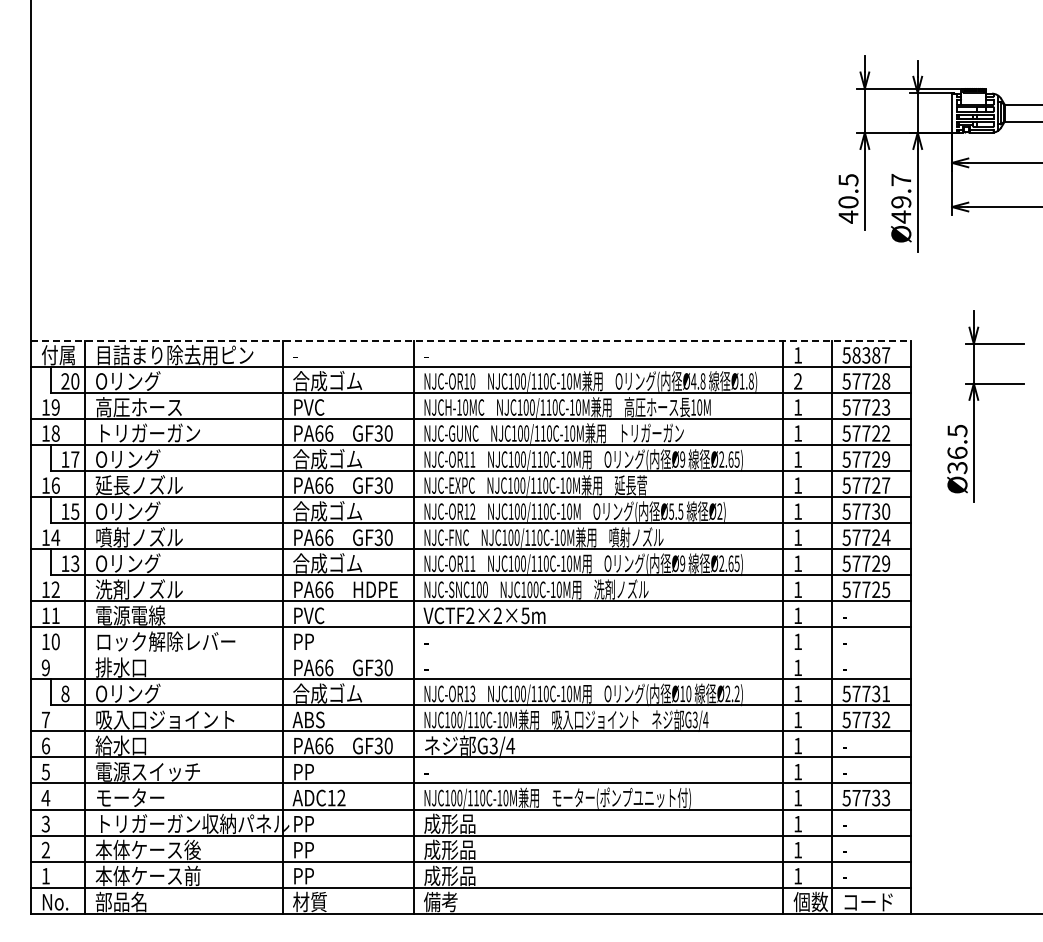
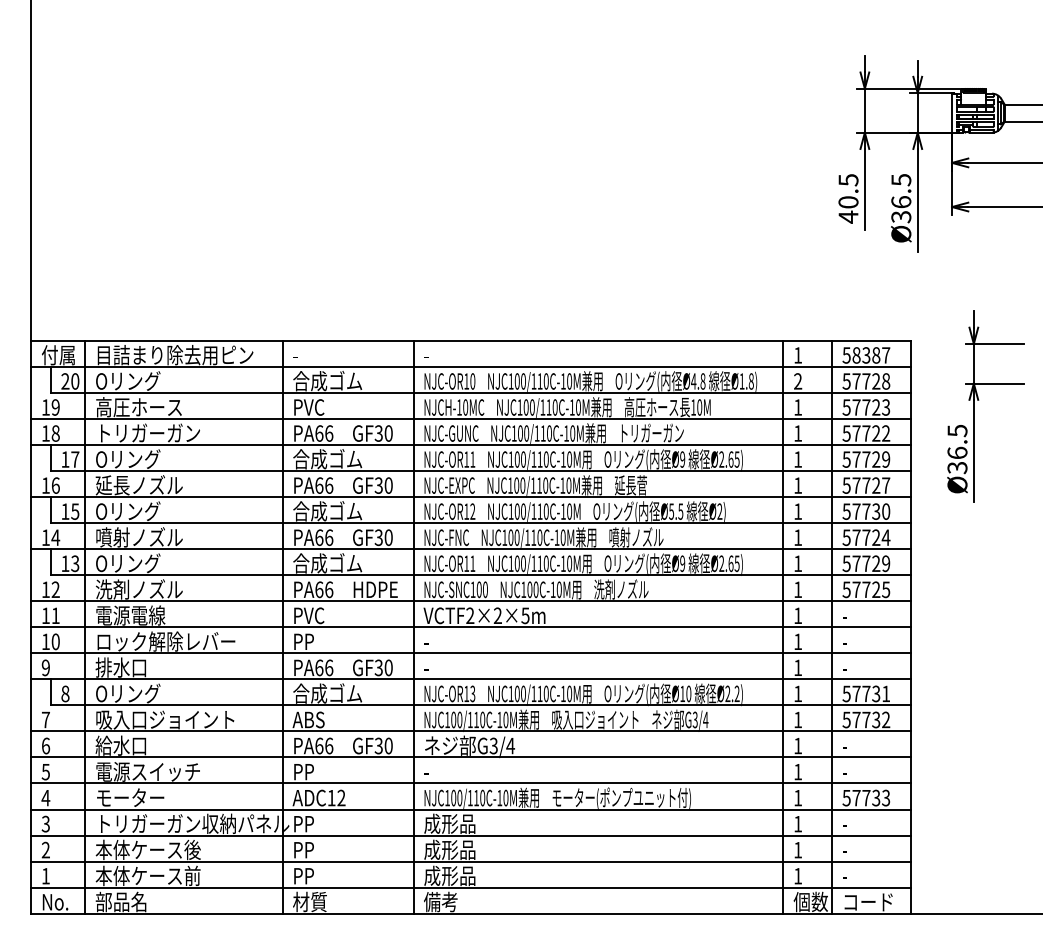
text at (901, 198): Ø49.7 -> Ø36.5
line at (470, 340): dashed -> solid
line at (470, 653): none -> present
